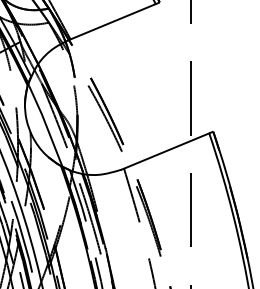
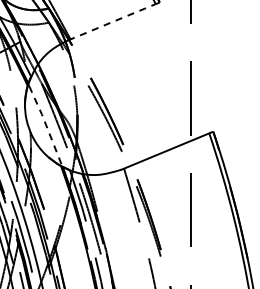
line at (112, 22): solid -> dashed
line at (46, 126): solid -> dashed
